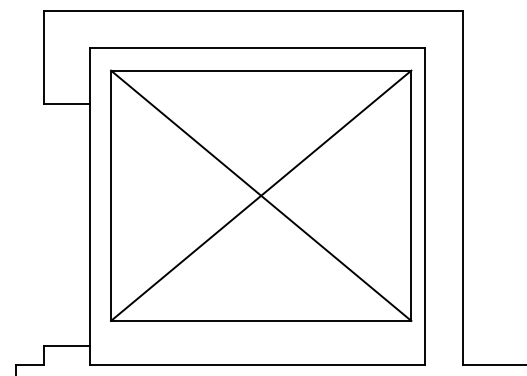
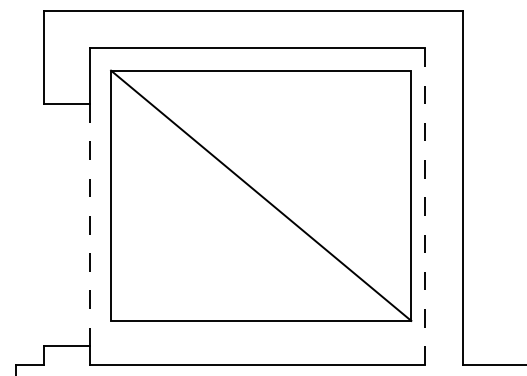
line at (261, 195): present -> none
line at (425, 207): solid -> dashed
line at (90, 225): solid -> dashed
